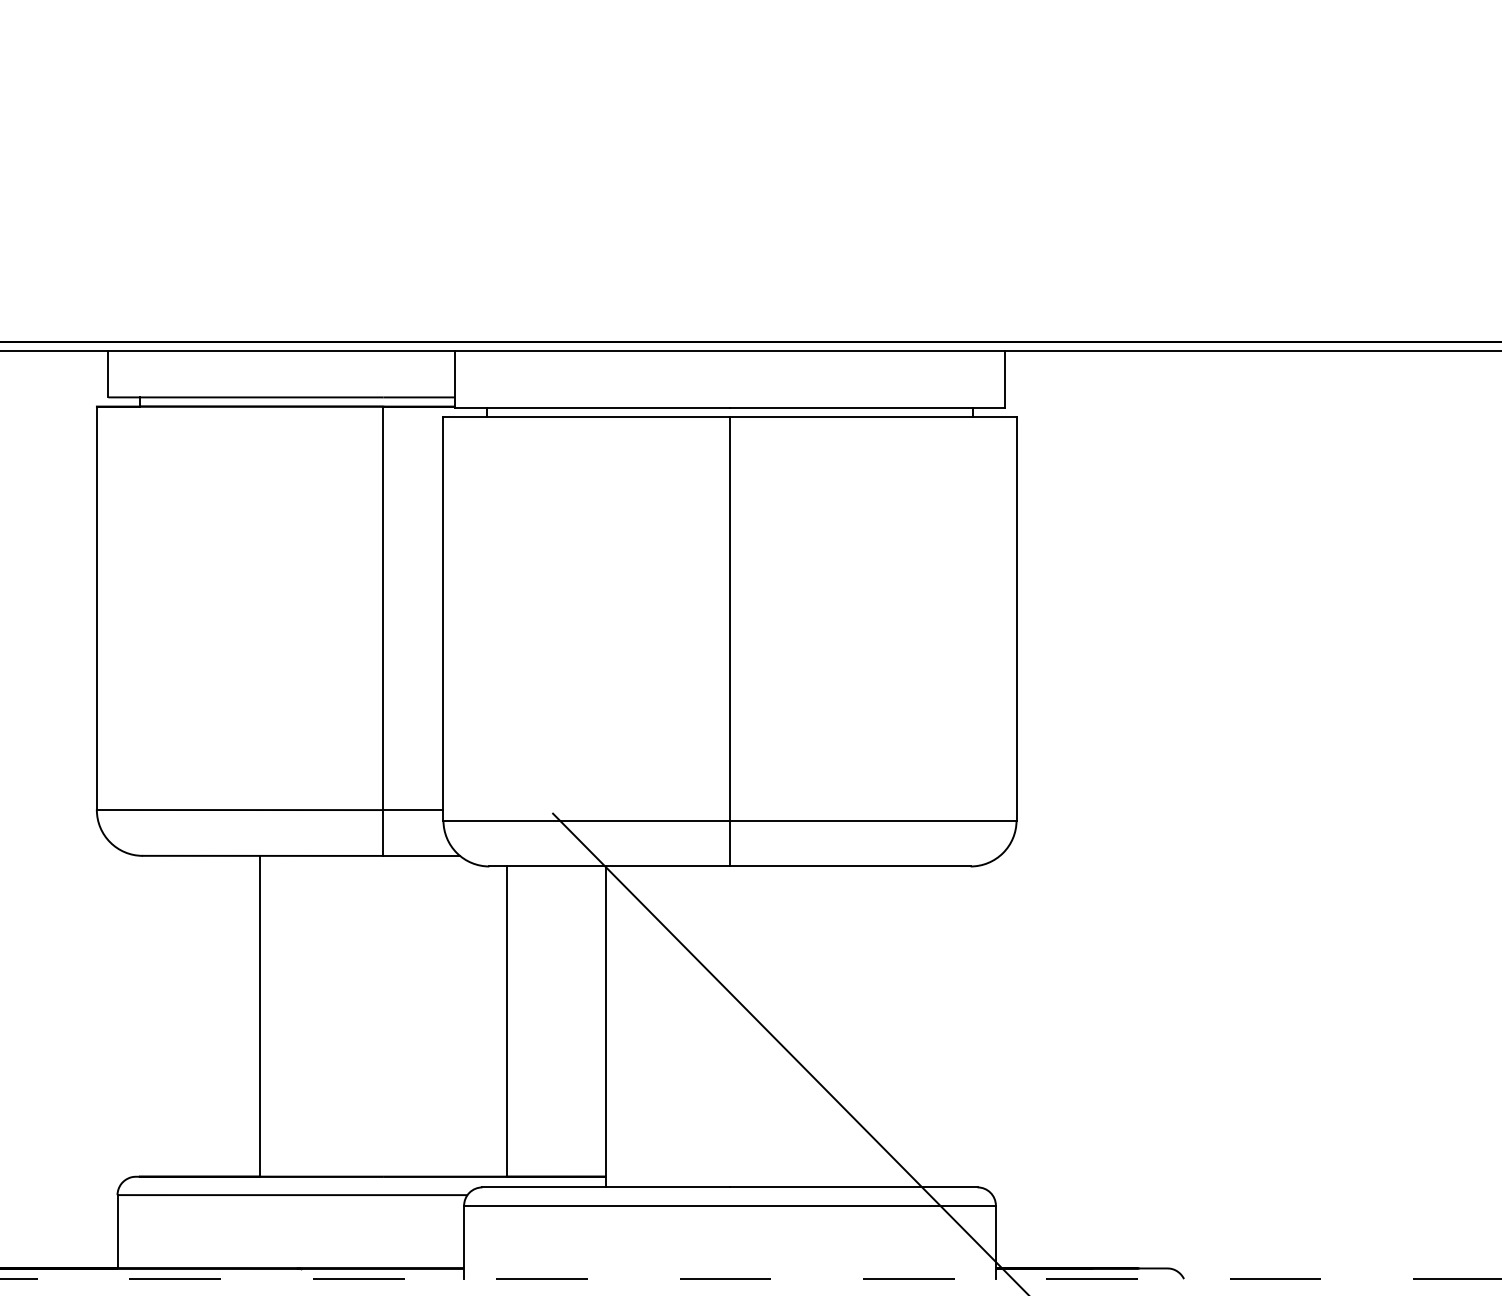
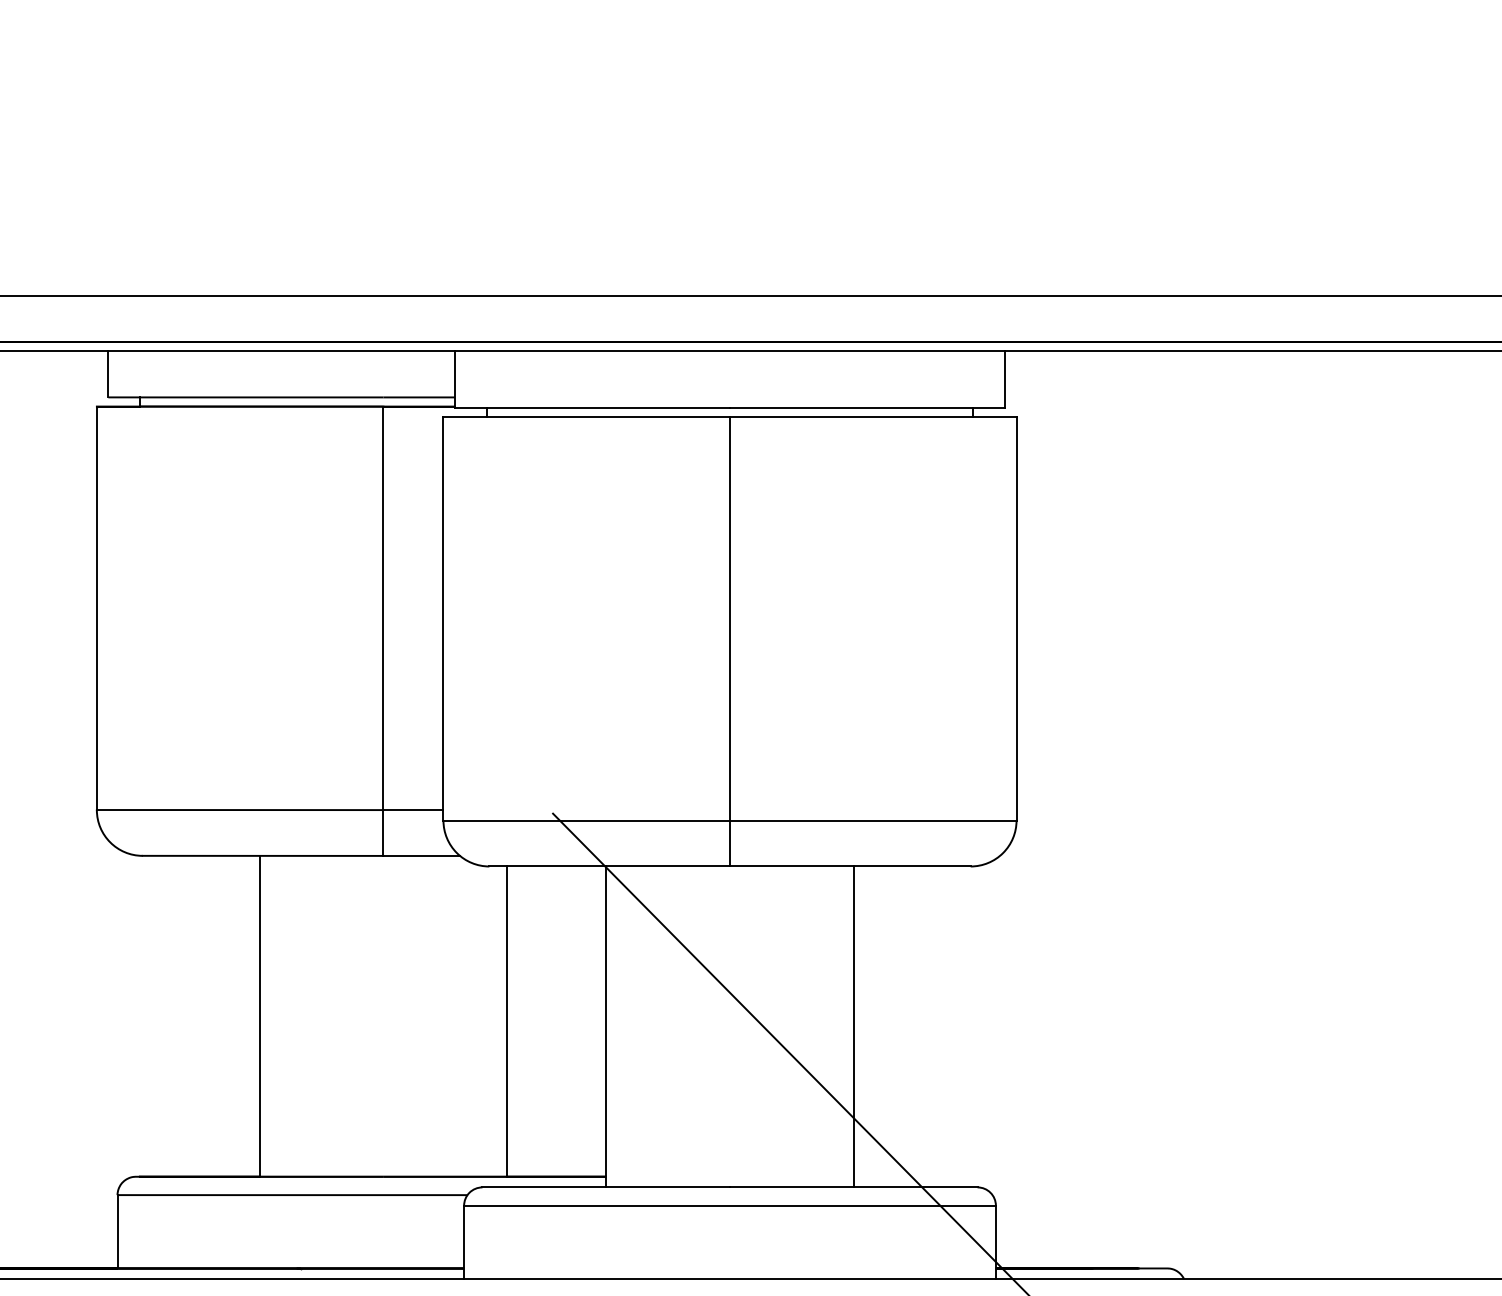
line at (750, 295): none -> present
line at (853, 1026): none -> present
line at (751, 1279): dashed -> solid
